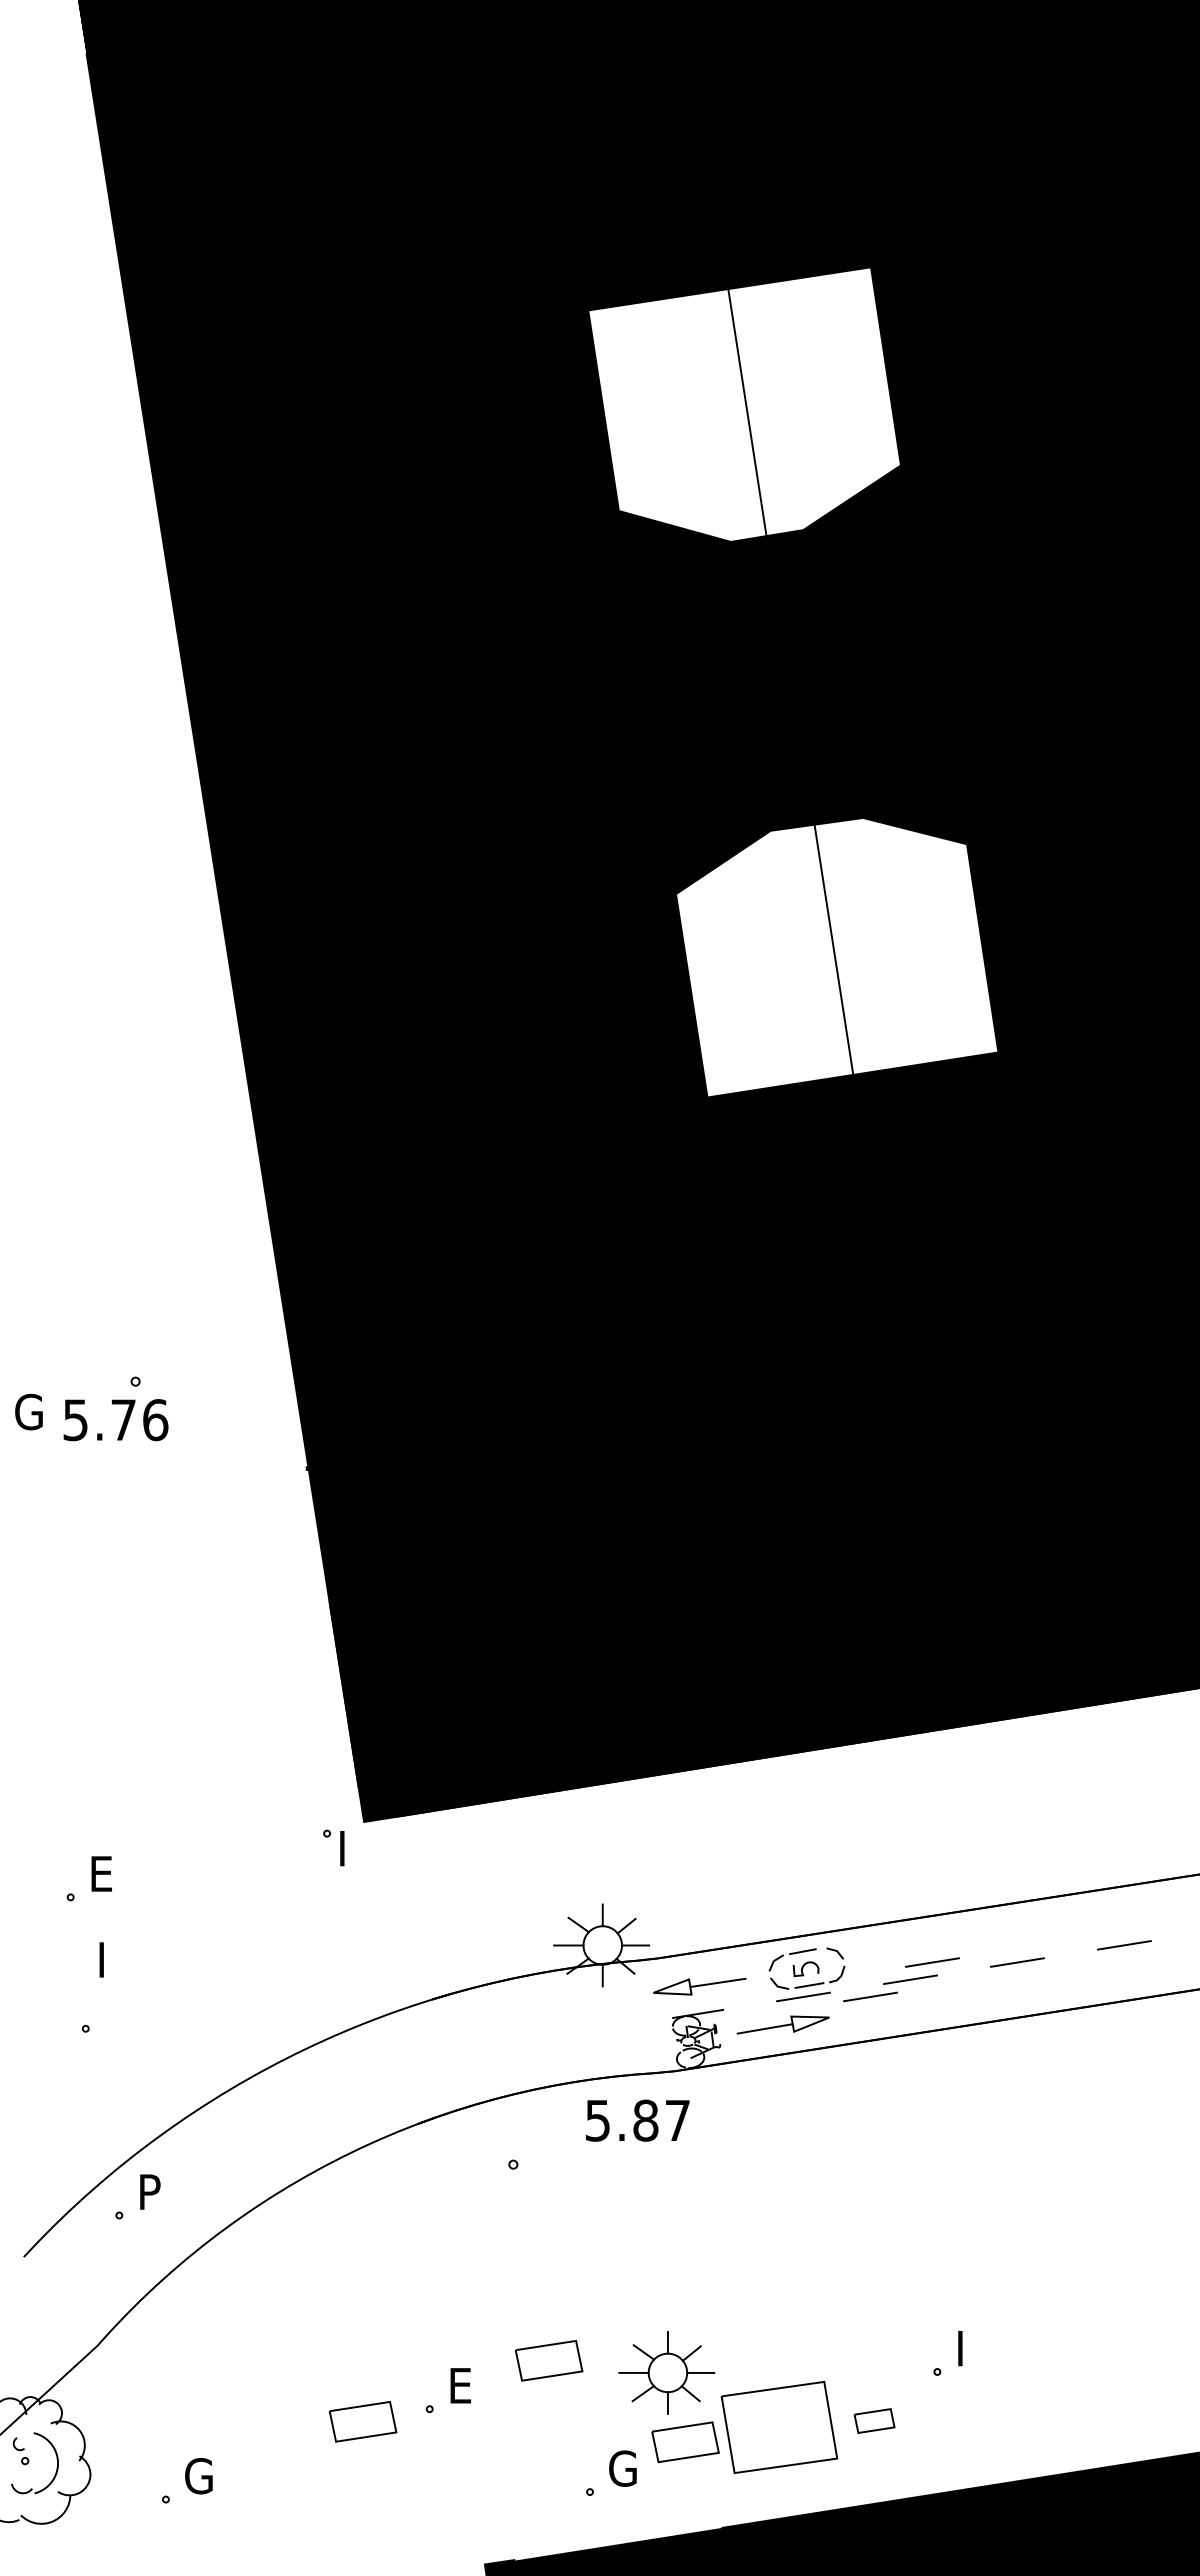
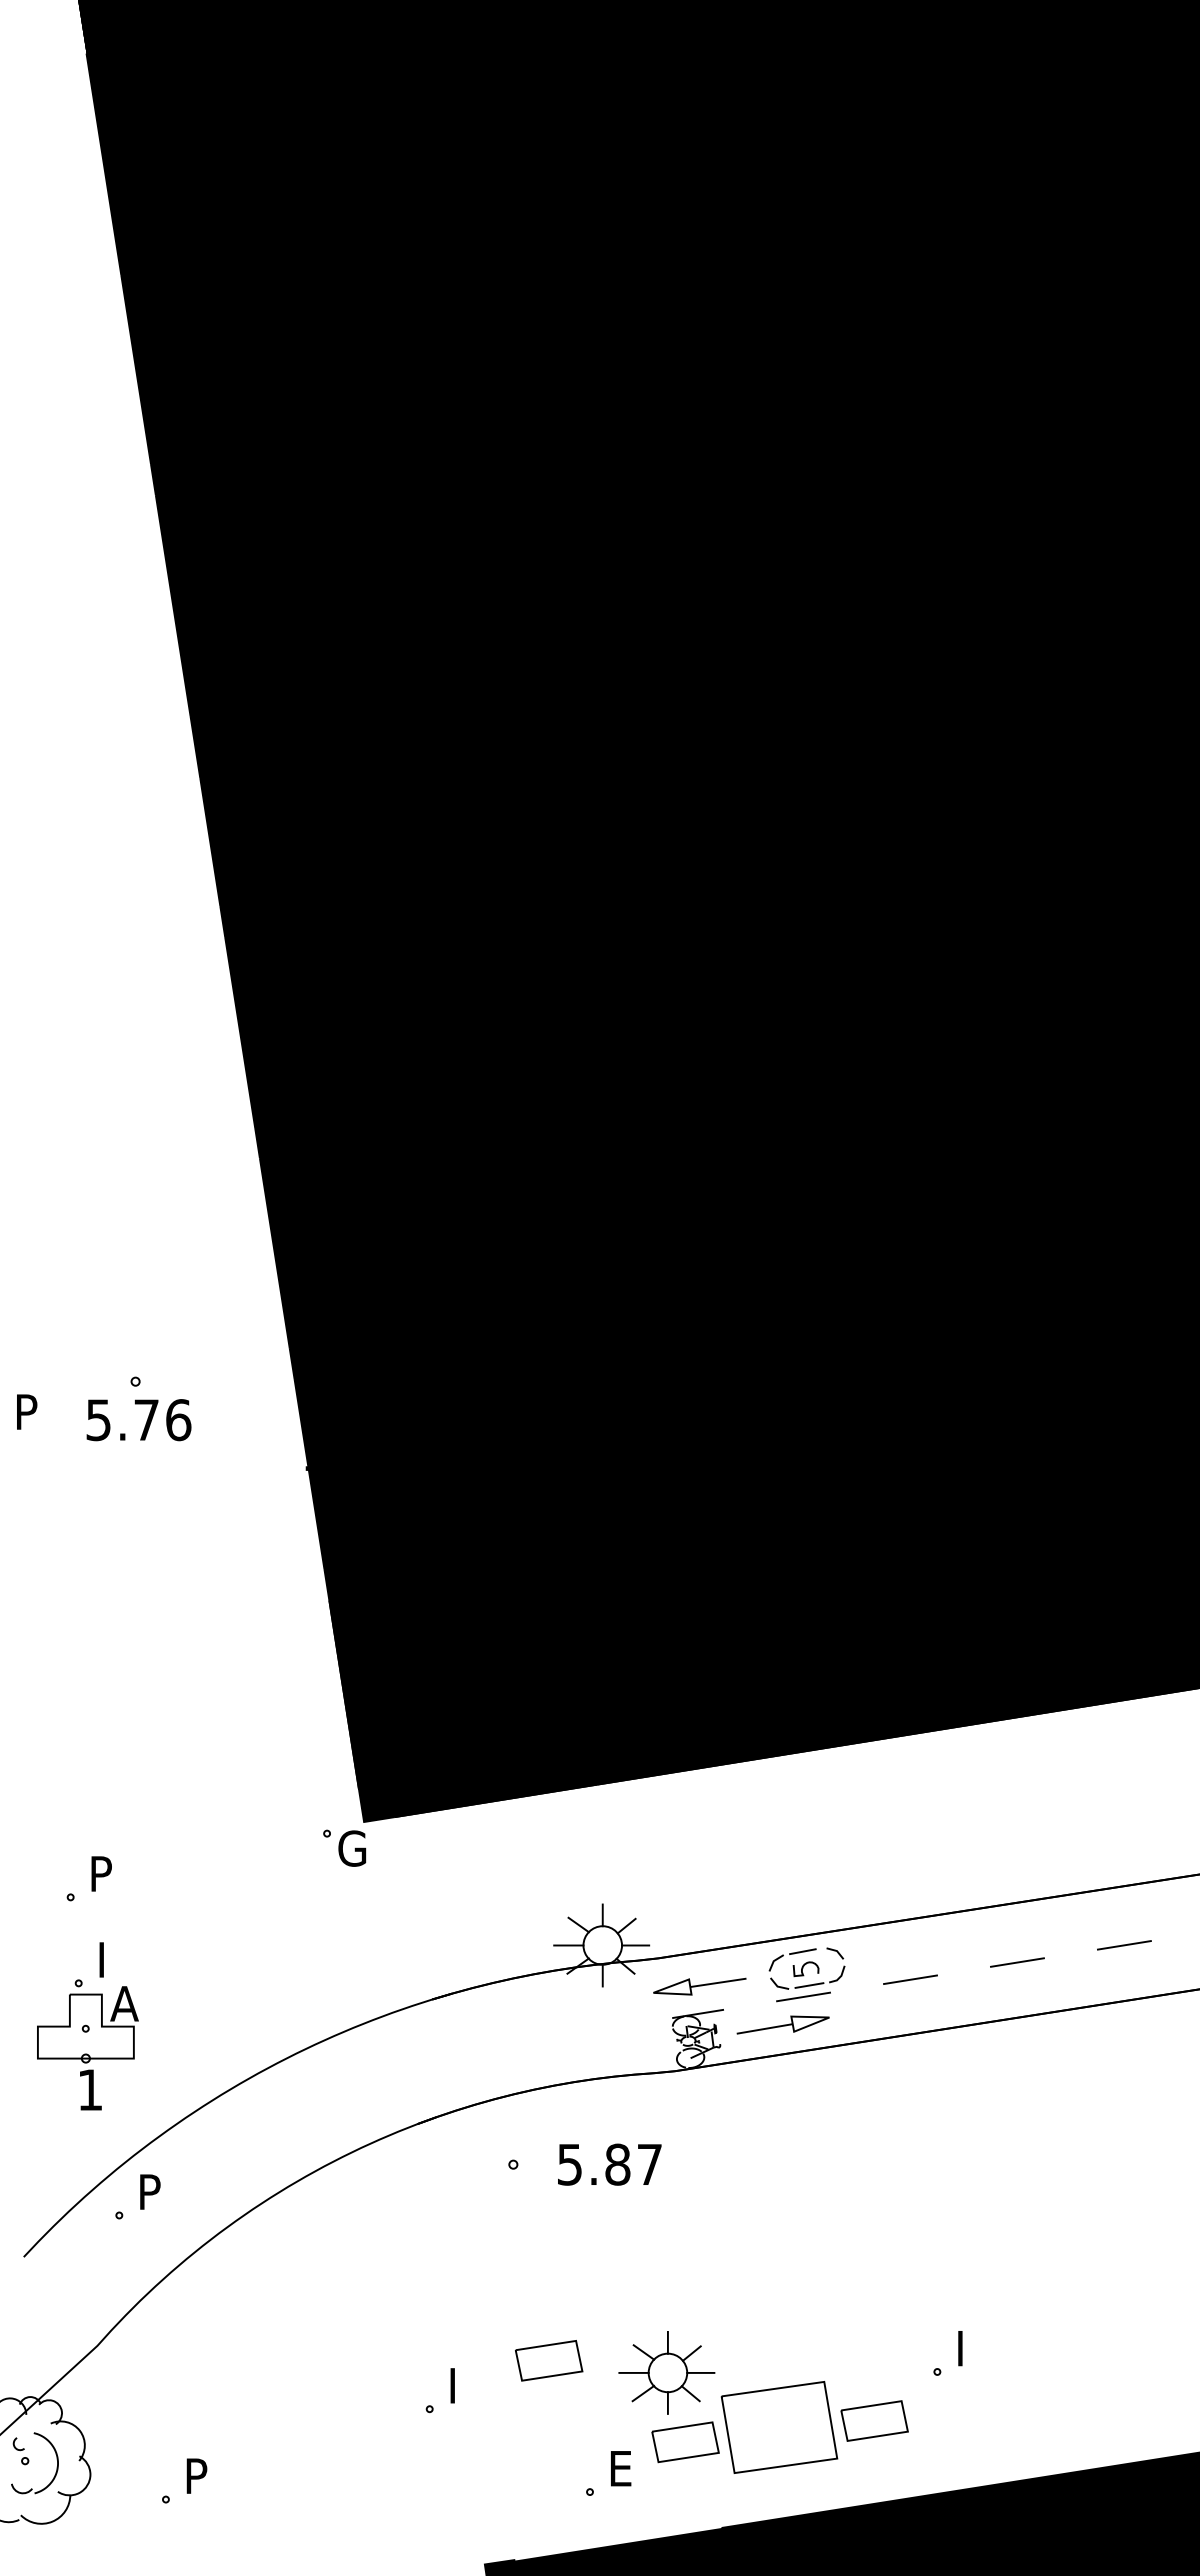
fill at (744, 404): none -> present
fill at (836, 957): none -> present
text at (28, 1411): G -> P
text at (115, 1420) position: (115, 1420) -> (138, 1420)
text at (352, 1848): I -> G
text at (103, 1873): E -> P
line at (932, 1962): present -> none
line at (870, 1996): present -> none
part at (87, 2044): none -> present
text at (637, 2120) position: (637, 2120) -> (609, 2164)
text at (462, 2385): E -> I
part at (874, 2420) size: 43x26 px -> 69x42 px
part at (363, 2421): present -> none
text at (622, 2468): G -> E
text at (198, 2476): G -> P
